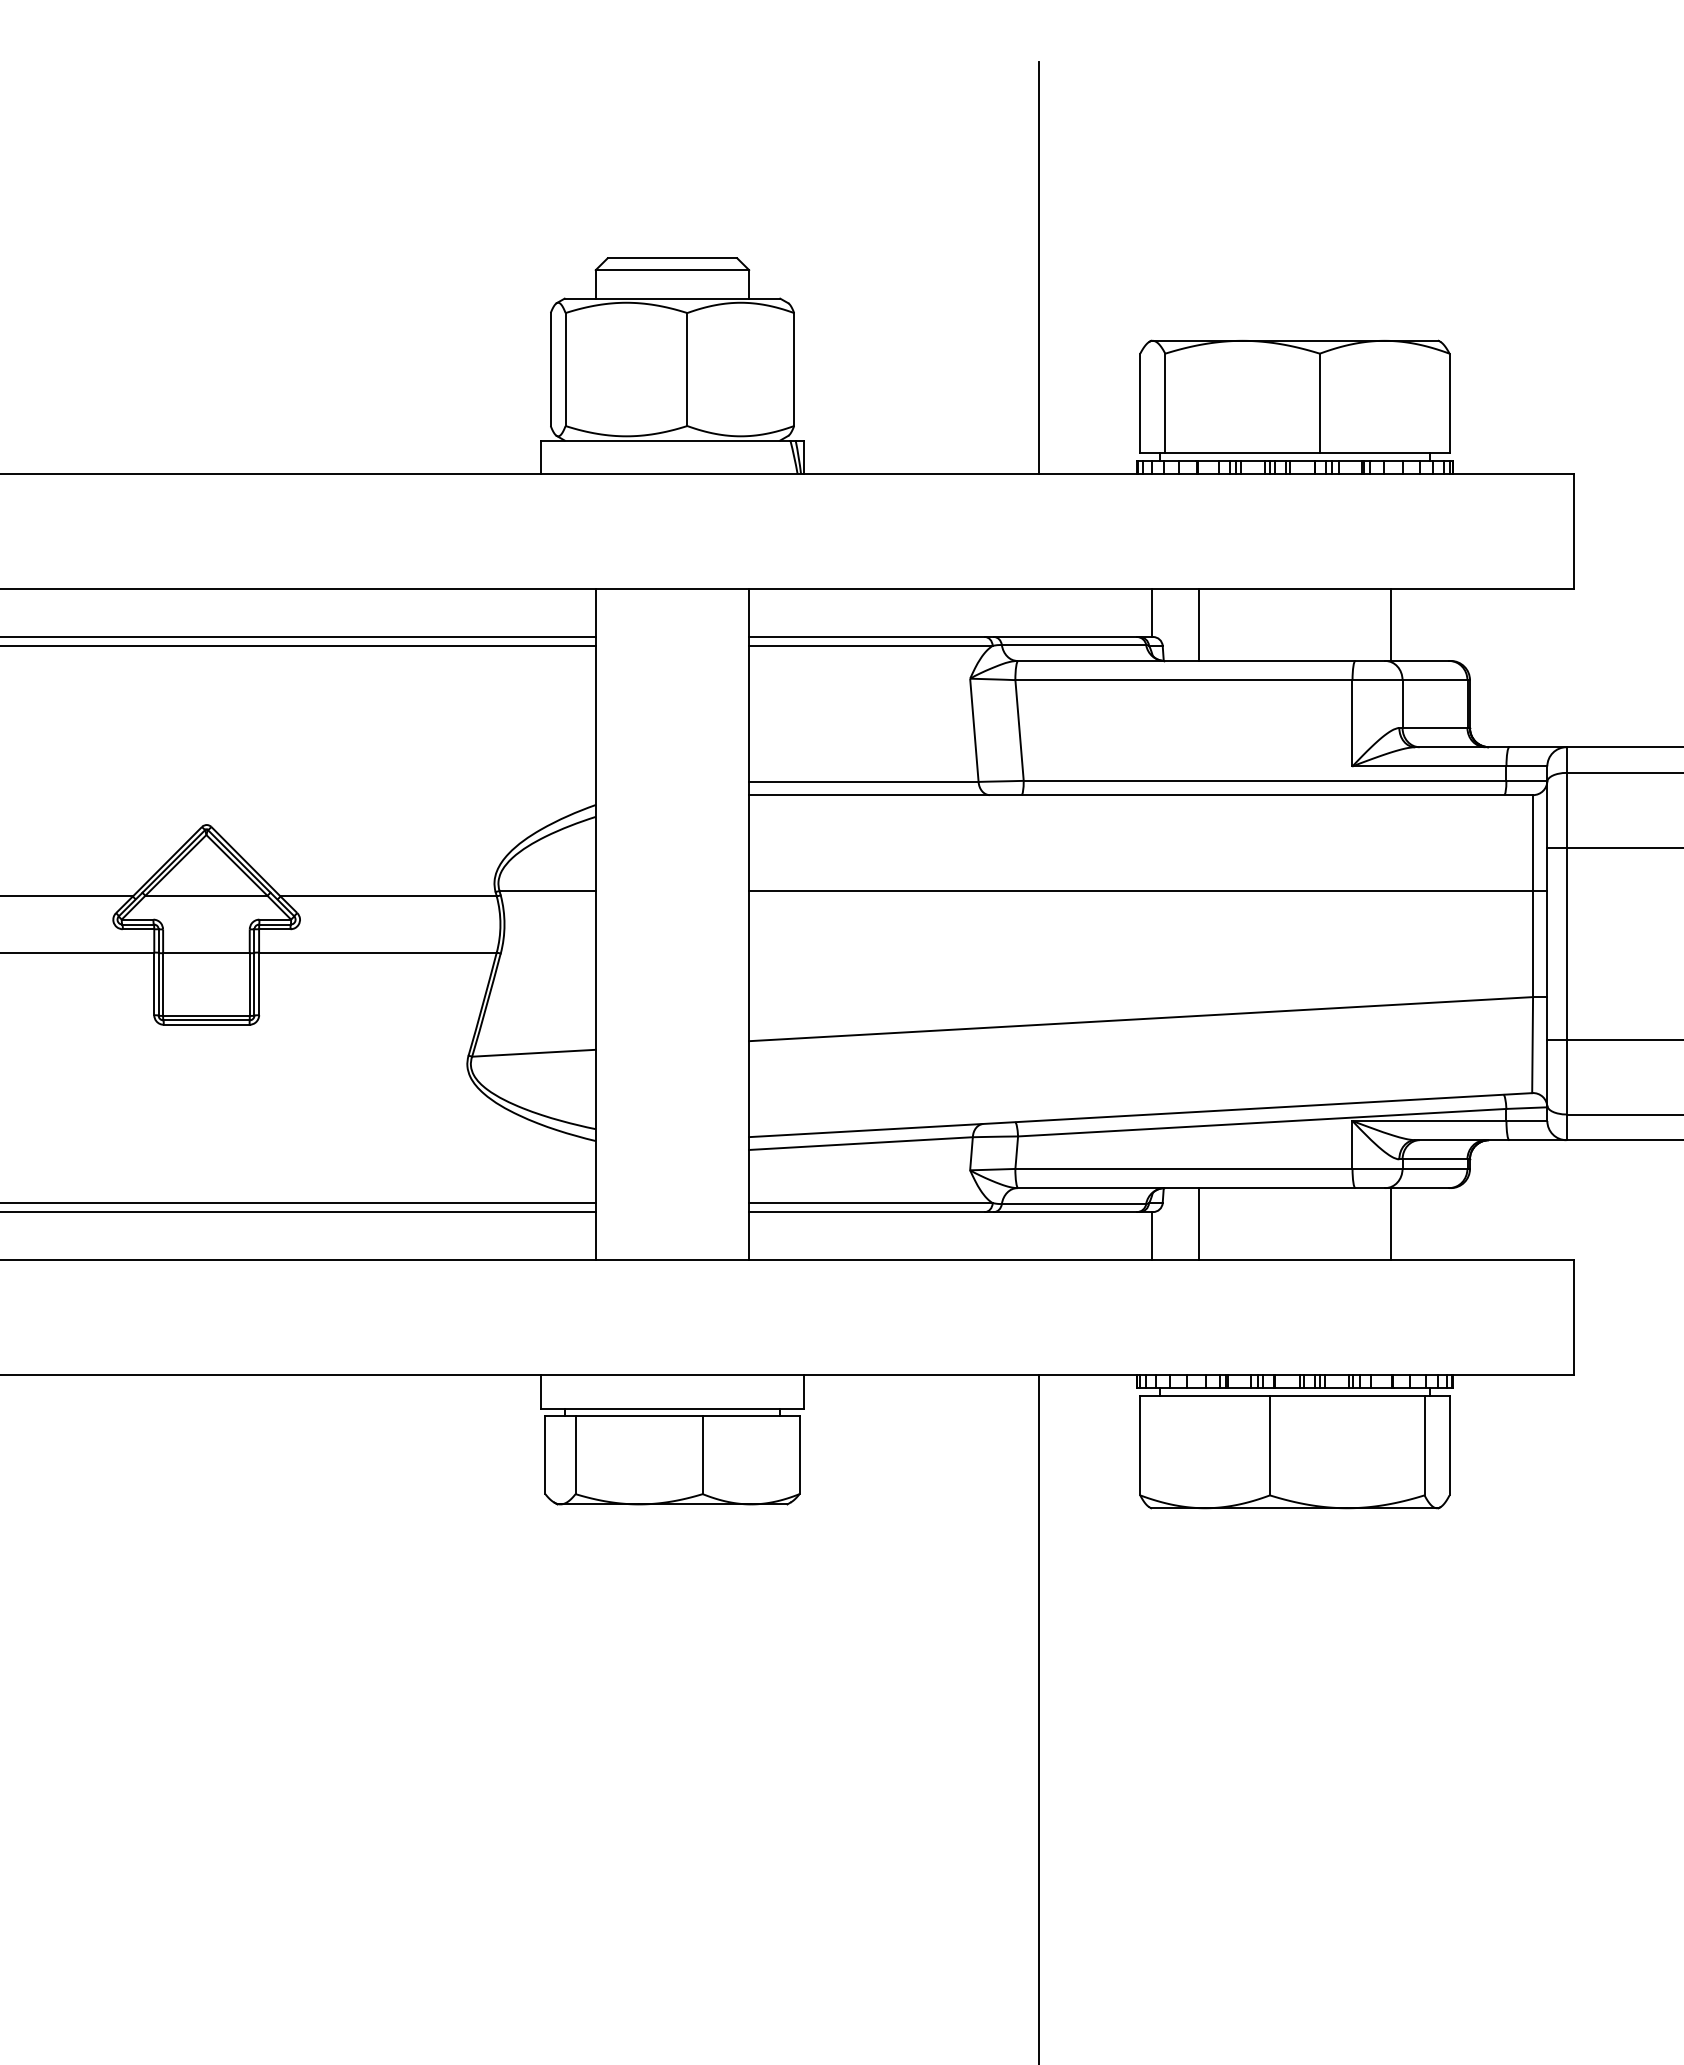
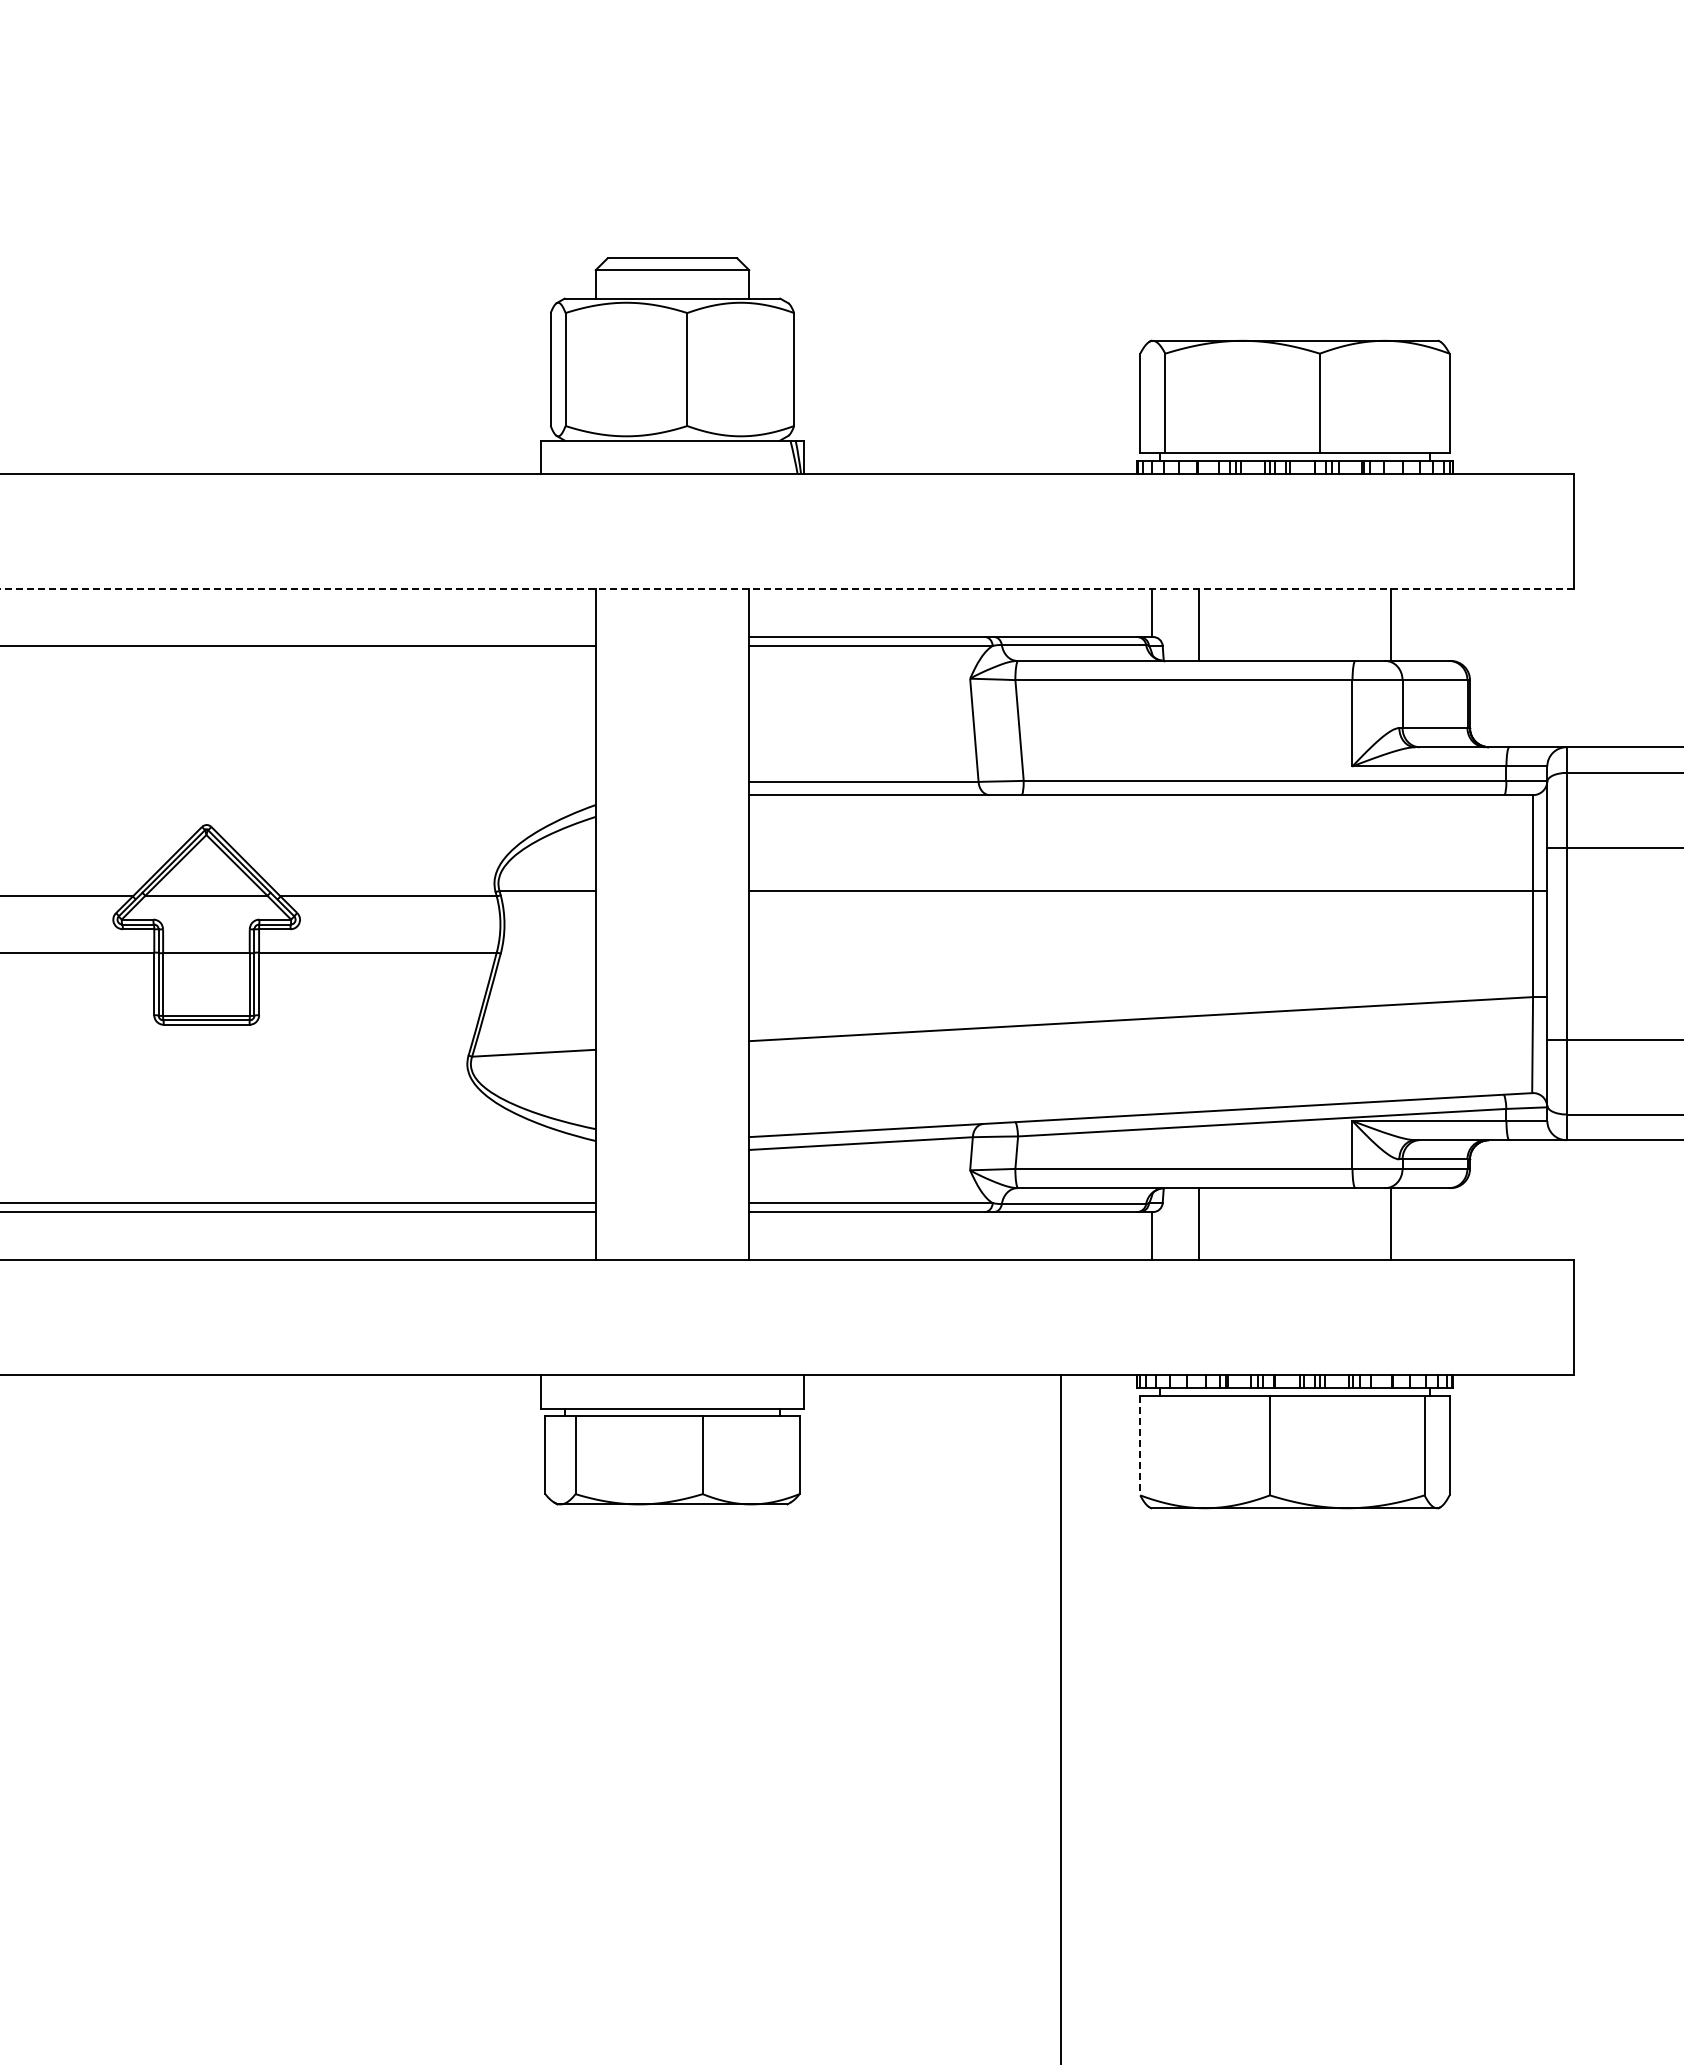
line at (1038, 267): present -> none
line at (787, 589): solid -> dashed
line at (298, 637): present -> none
line at (1140, 1445): solid -> dashed
line at (1038, 1718) position: (1038, 1718) -> (1060, 1718)
